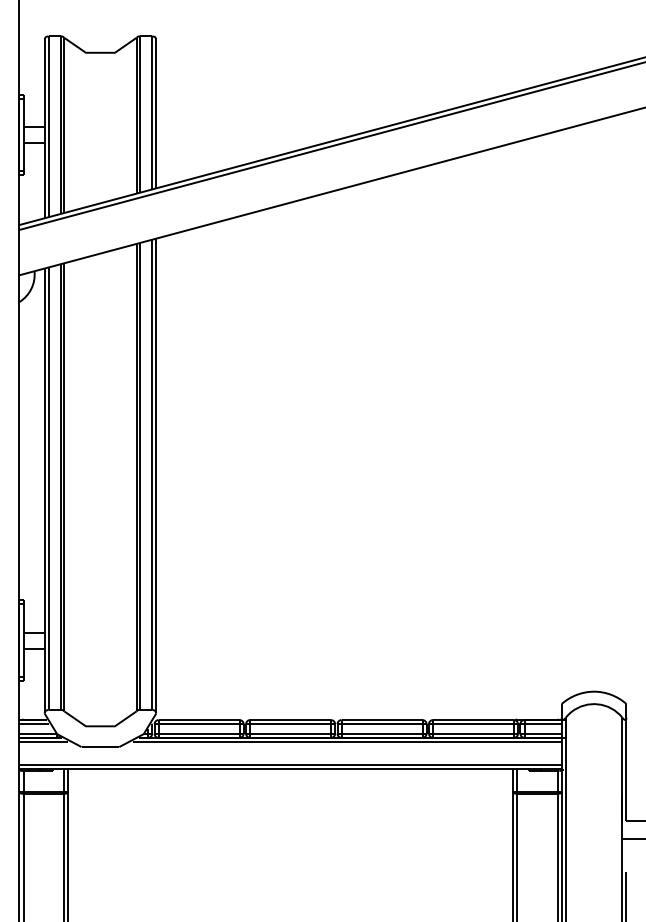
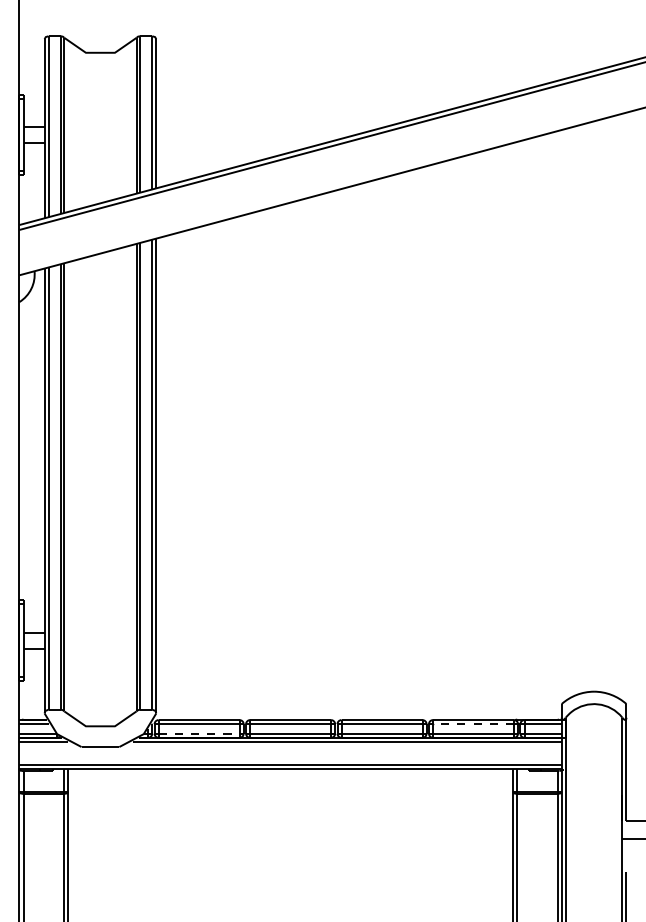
line at (473, 724): solid -> dashed
line at (199, 733): solid -> dashed
